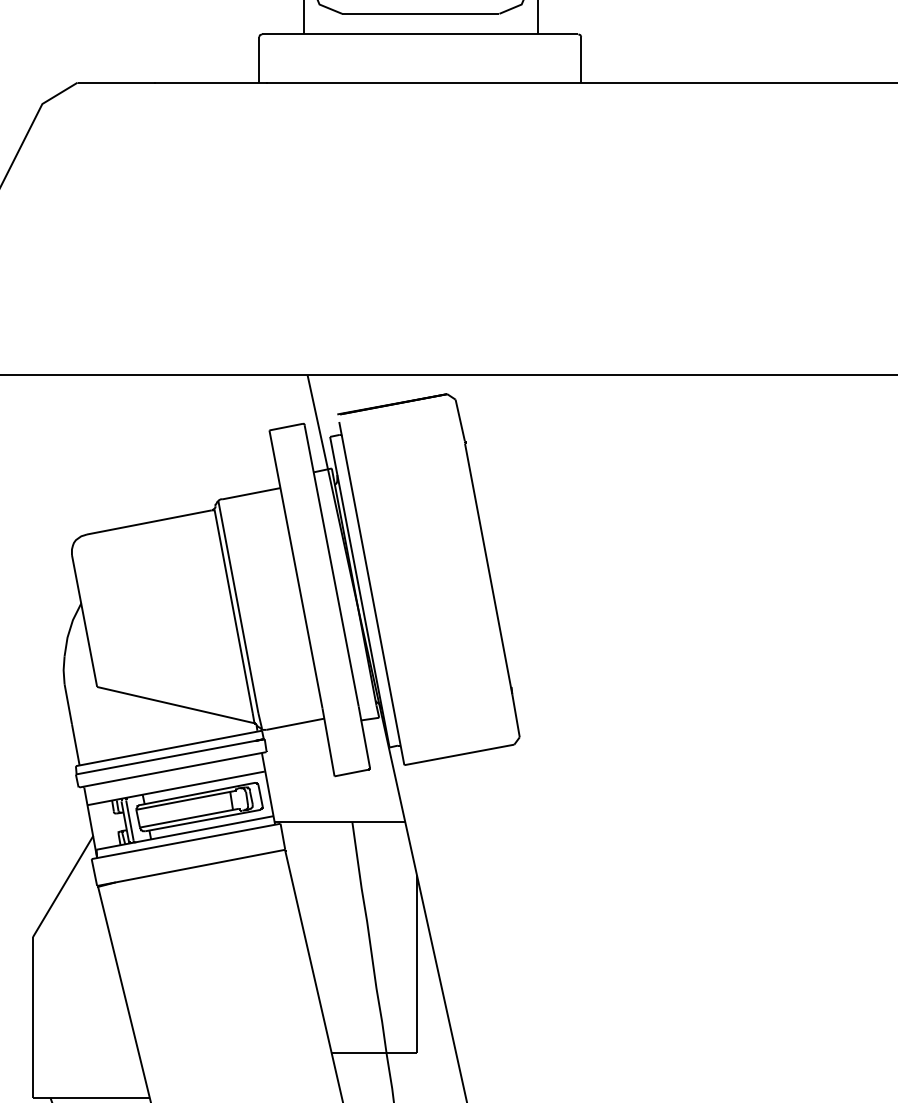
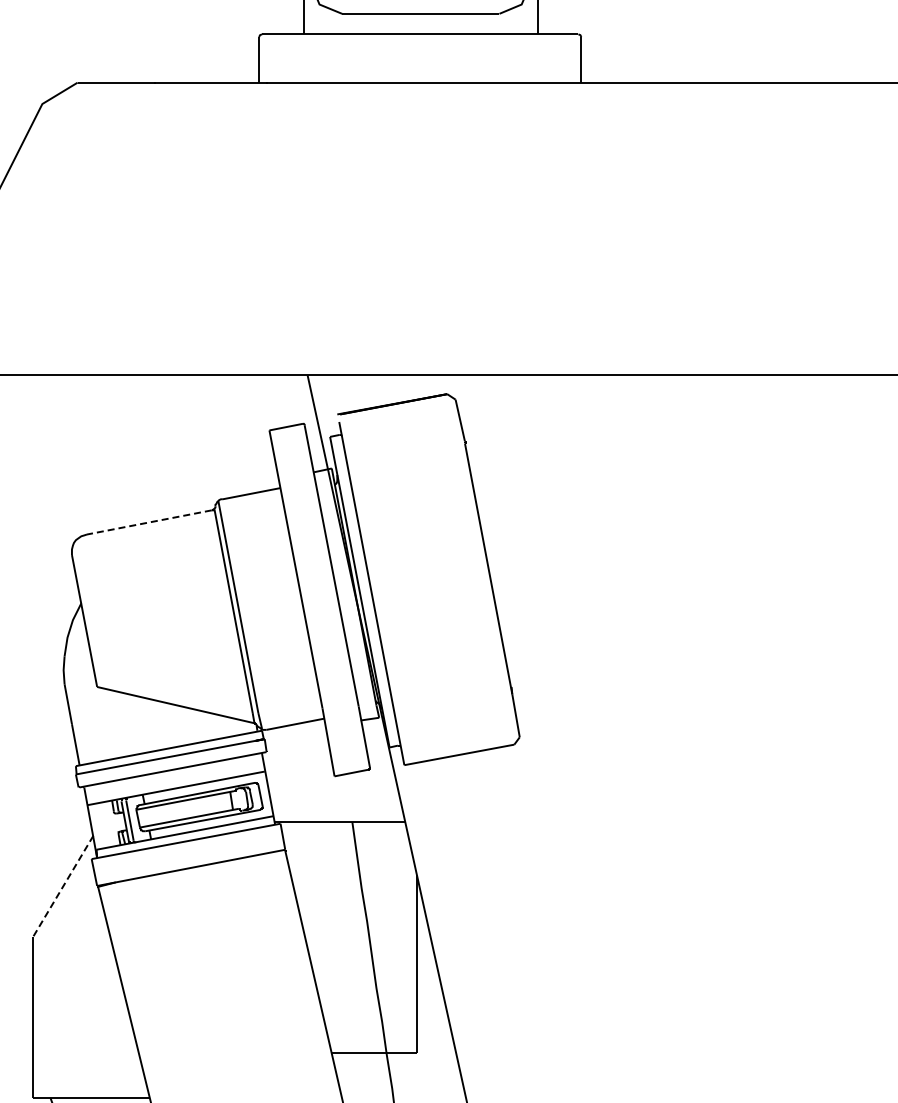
line at (149, 522): solid -> dashed
line at (62, 886): solid -> dashed
